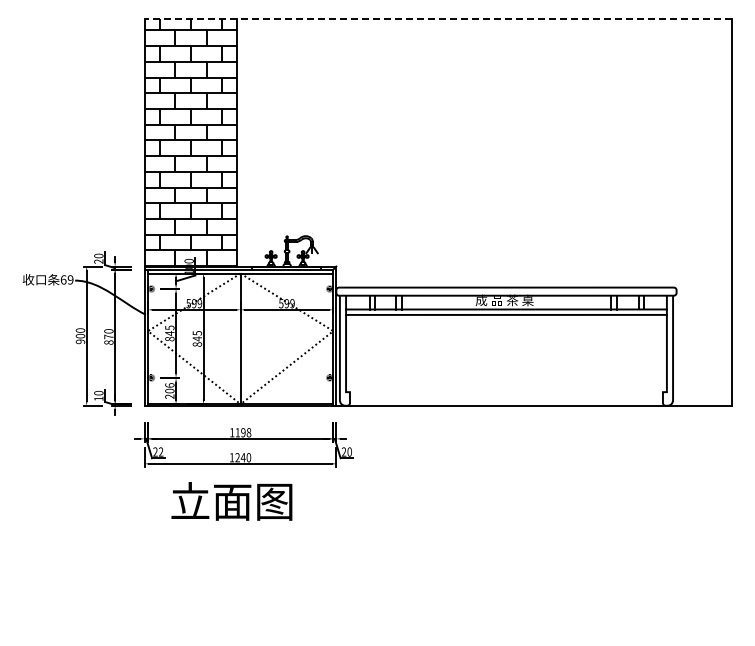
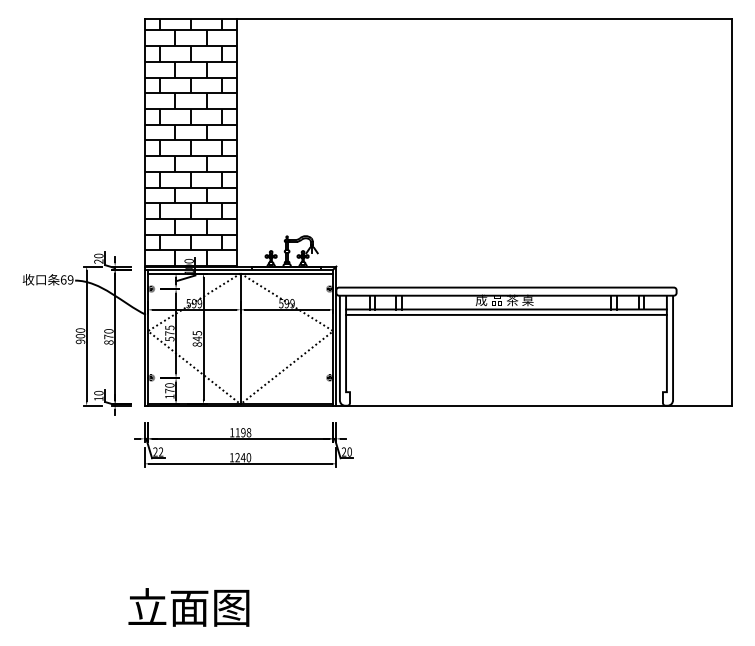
line at (438, 19): dashed -> solid
text at (169, 336): 845 -> 575
text at (169, 390): 206 -> 170
text at (231, 501) position: (231, 501) -> (188, 607)
